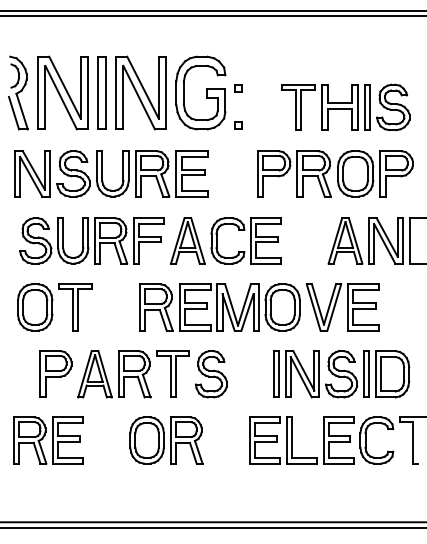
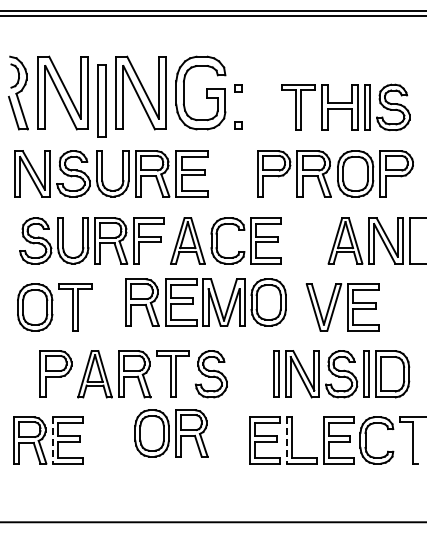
part at (101, 92) position: (101, 92) -> (101, 100)
part at (219, 307) position: (219, 307) -> (205, 302)
line at (53, 440): solid -> dashed
part at (166, 440) position: (166, 440) -> (171, 433)
line at (286, 440): solid -> dashed
line at (212, 527): present -> none
